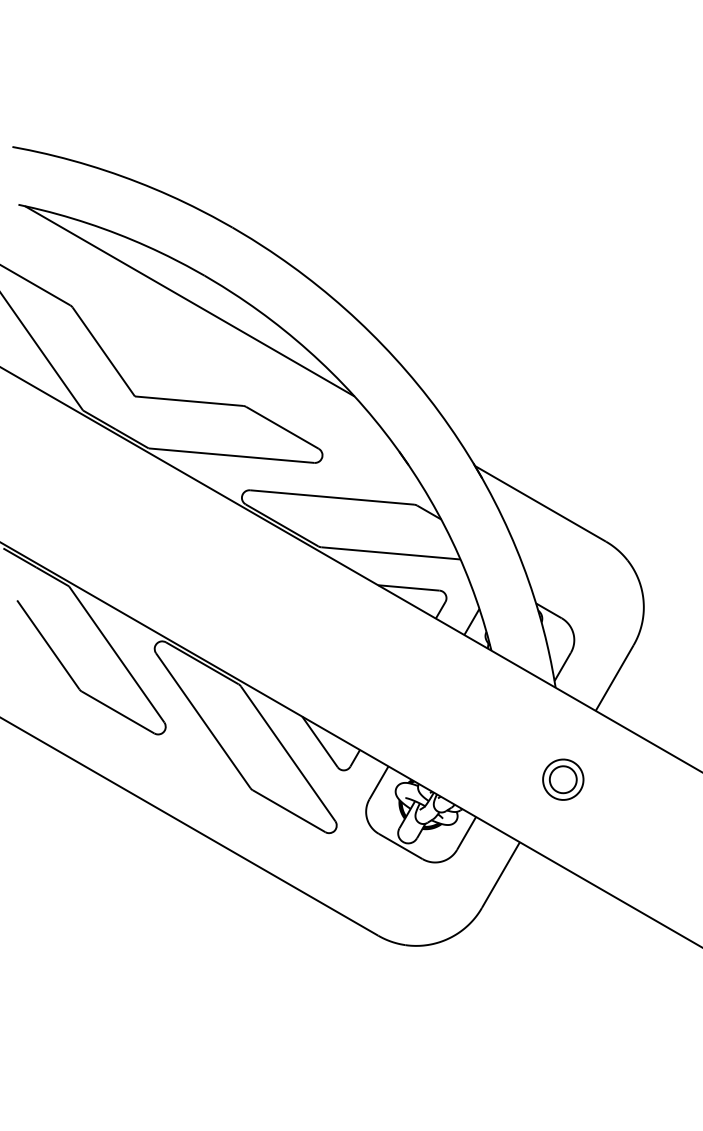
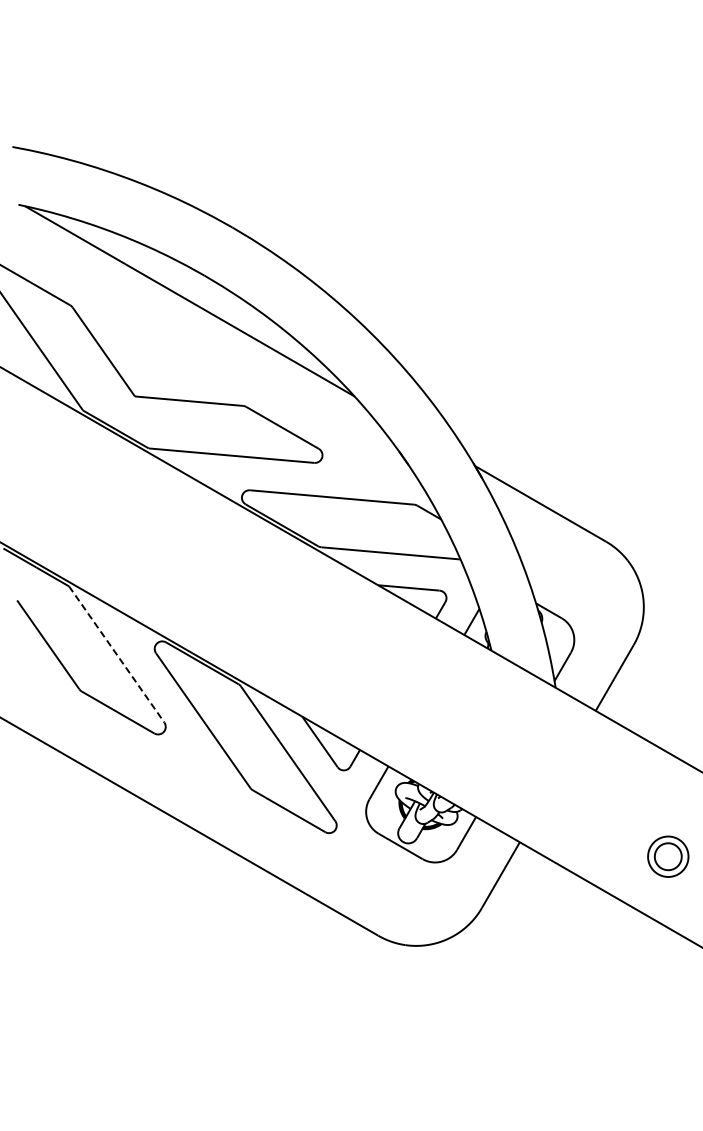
line at (117, 654): solid -> dashed
part at (563, 779) position: (563, 779) -> (668, 856)
